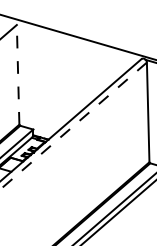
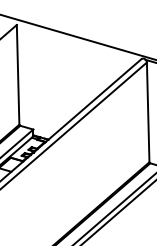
line at (18, 74): dashed -> solid
line at (73, 126): dashed -> solid
